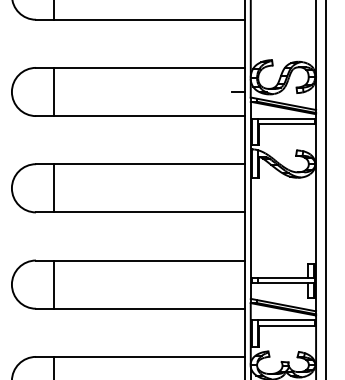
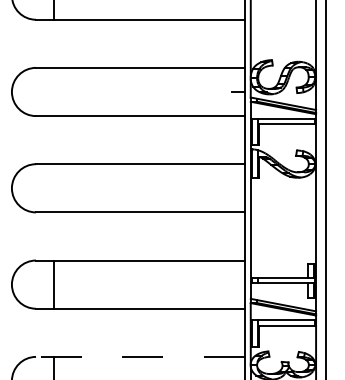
line at (53, 91): present -> none
line at (53, 188): present -> none
line at (139, 356): solid -> dashed
